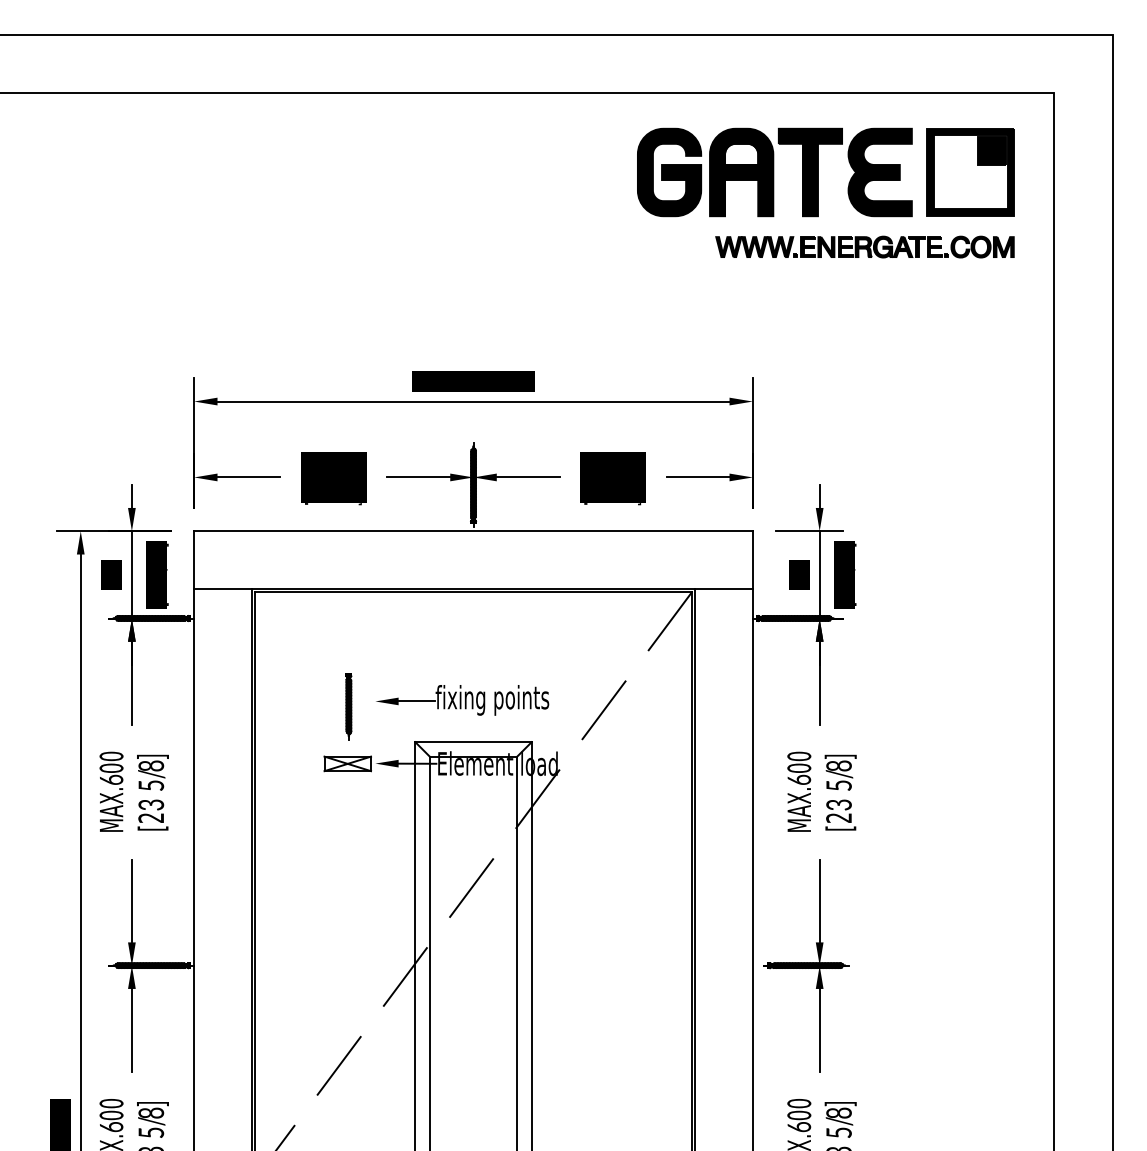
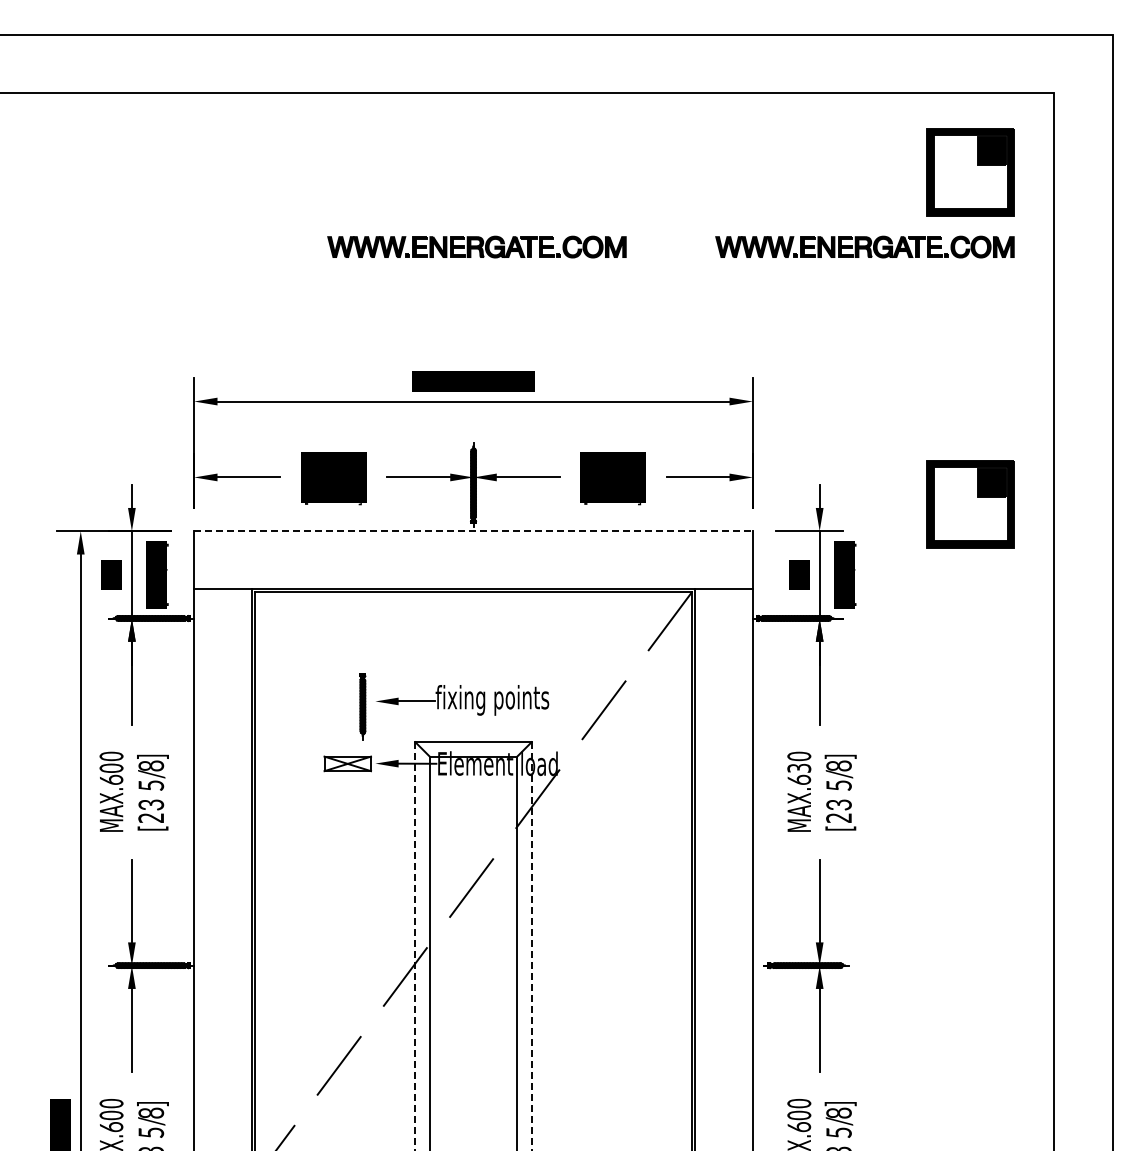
part at (774, 172): present -> none
part at (476, 246): none -> present
part at (970, 504): none -> present
line at (474, 531): solid -> dashed
part at (348, 706) position: (348, 706) -> (362, 706)
text at (799, 767): 00 -> 30
line at (415, 946): solid -> dashed
line at (531, 946): solid -> dashed
